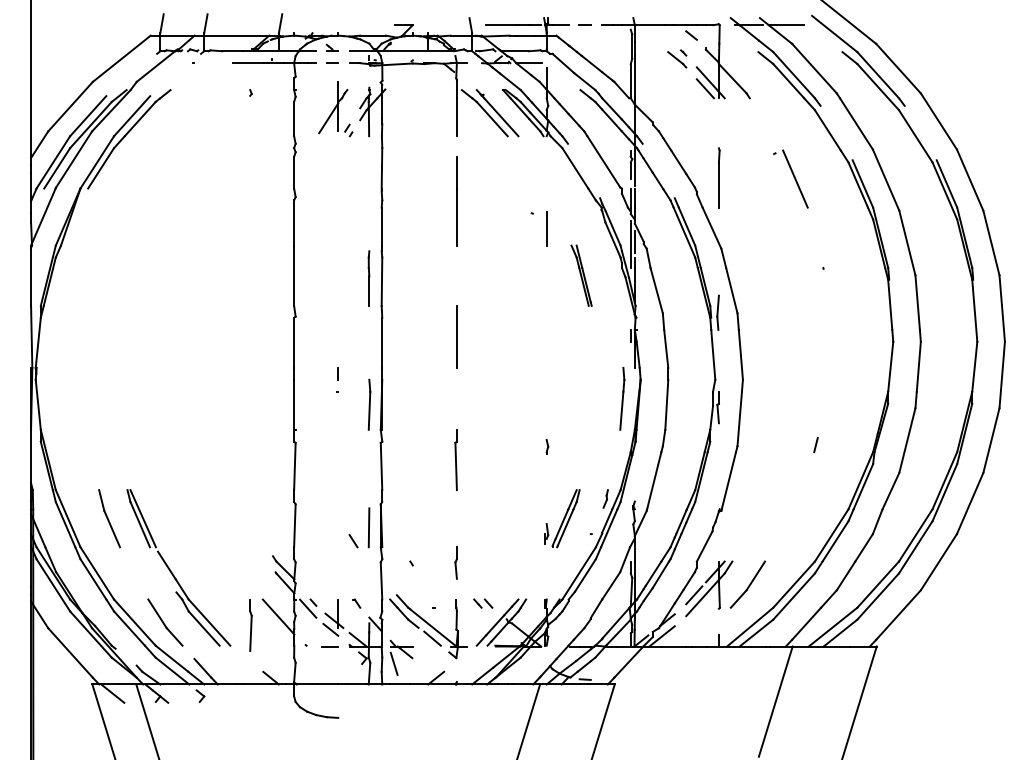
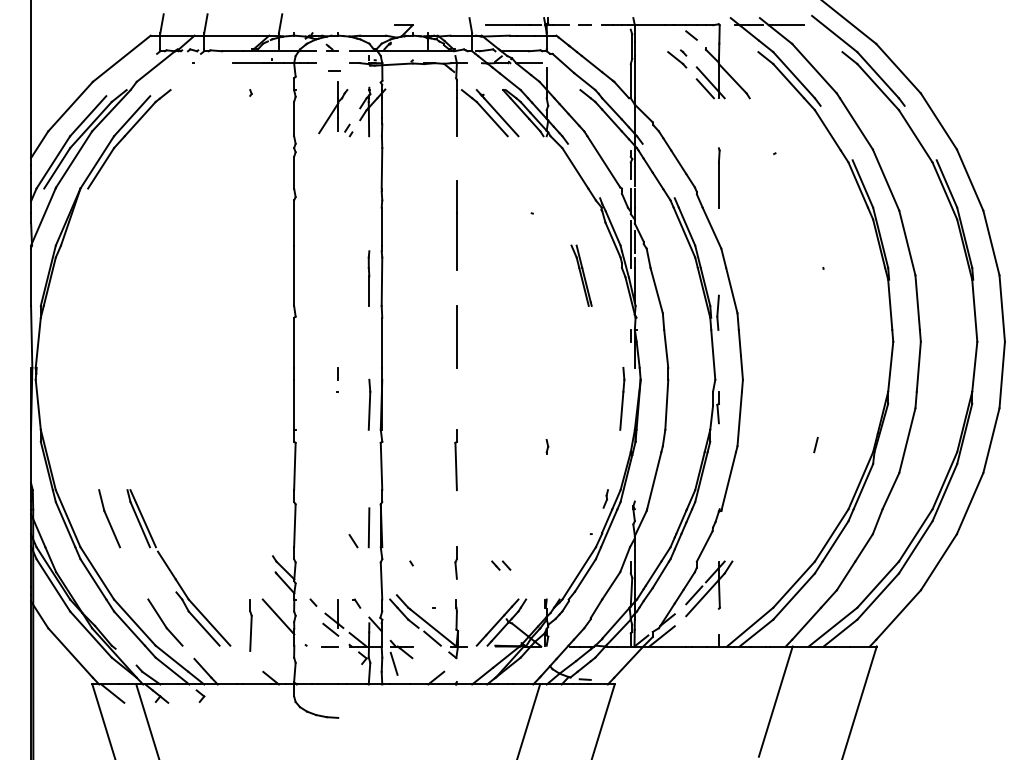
line at (332, 62) position: (332, 62) -> (334, 70)
line at (795, 178): present -> none
line at (456, 201) position: (456, 201) -> (456, 225)
line at (546, 228): present -> none
part at (562, 518): present -> none
part at (747, 584): present -> none
part at (483, 603) position: (483, 603) -> (501, 565)
line at (308, 608): present -> none
